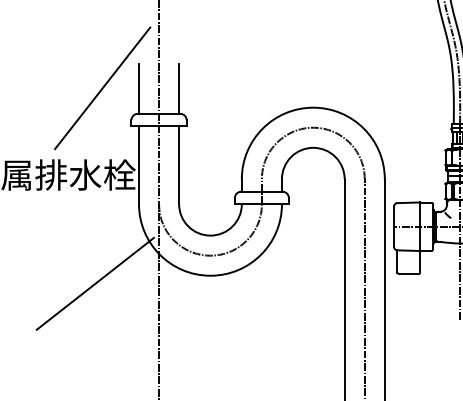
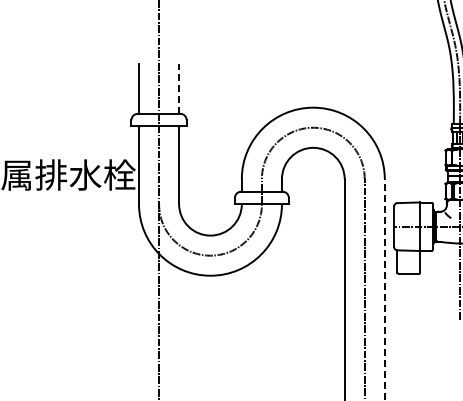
line at (102, 88): present -> none
line at (179, 88): solid -> dashed
line at (94, 283): present -> none
line at (384, 289): solid -> dashed
